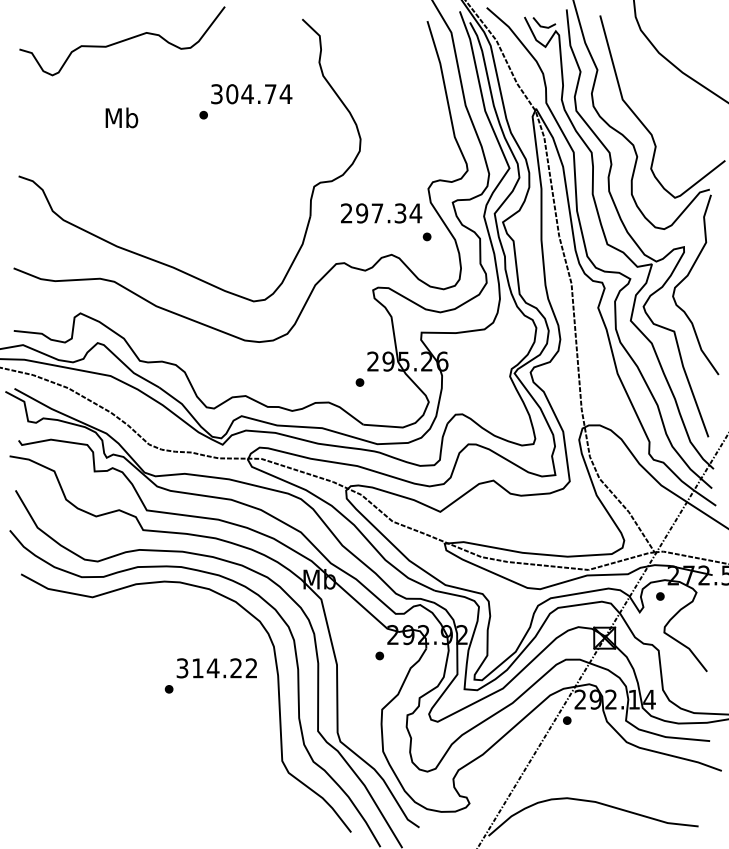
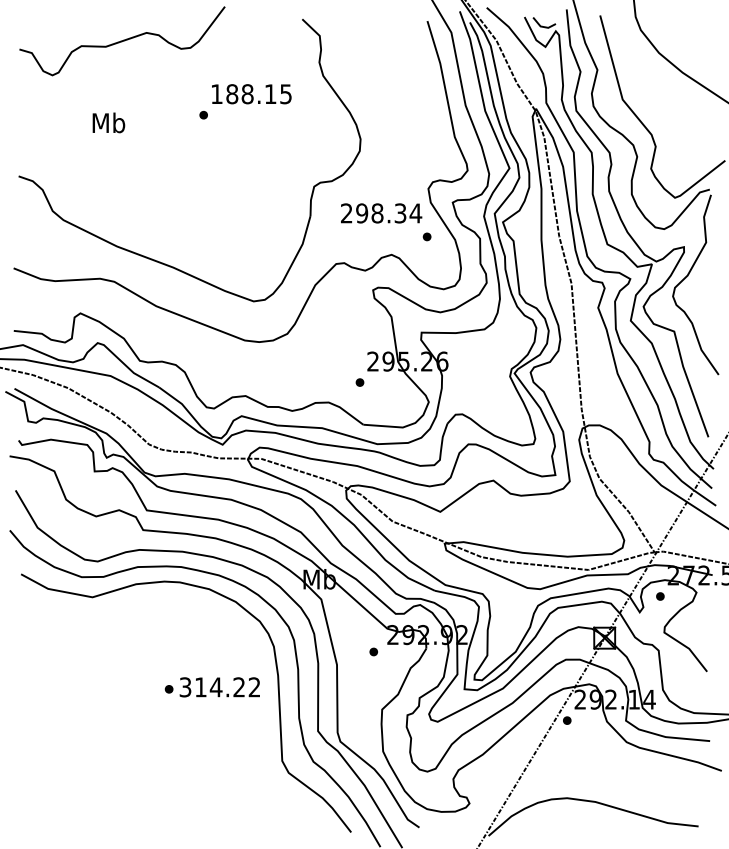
text at (251, 94): 304.74 -> 188.15
text at (121, 117) position: (121, 117) -> (108, 122)
text at (377, 213): 297.34 -> 298.34
part at (379, 655) position: (379, 655) -> (373, 651)
text at (216, 668) position: (216, 668) -> (219, 687)
